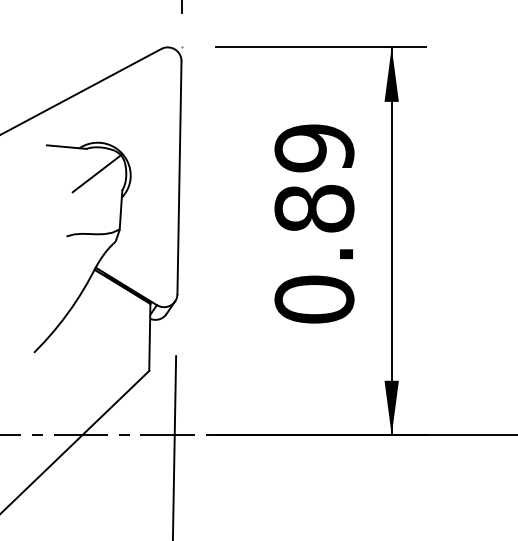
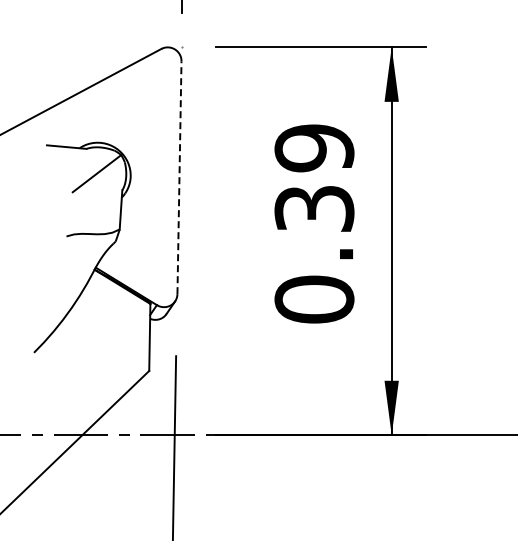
line at (179, 177): solid -> dashed
text at (314, 208): 0.89 -> 0.39
